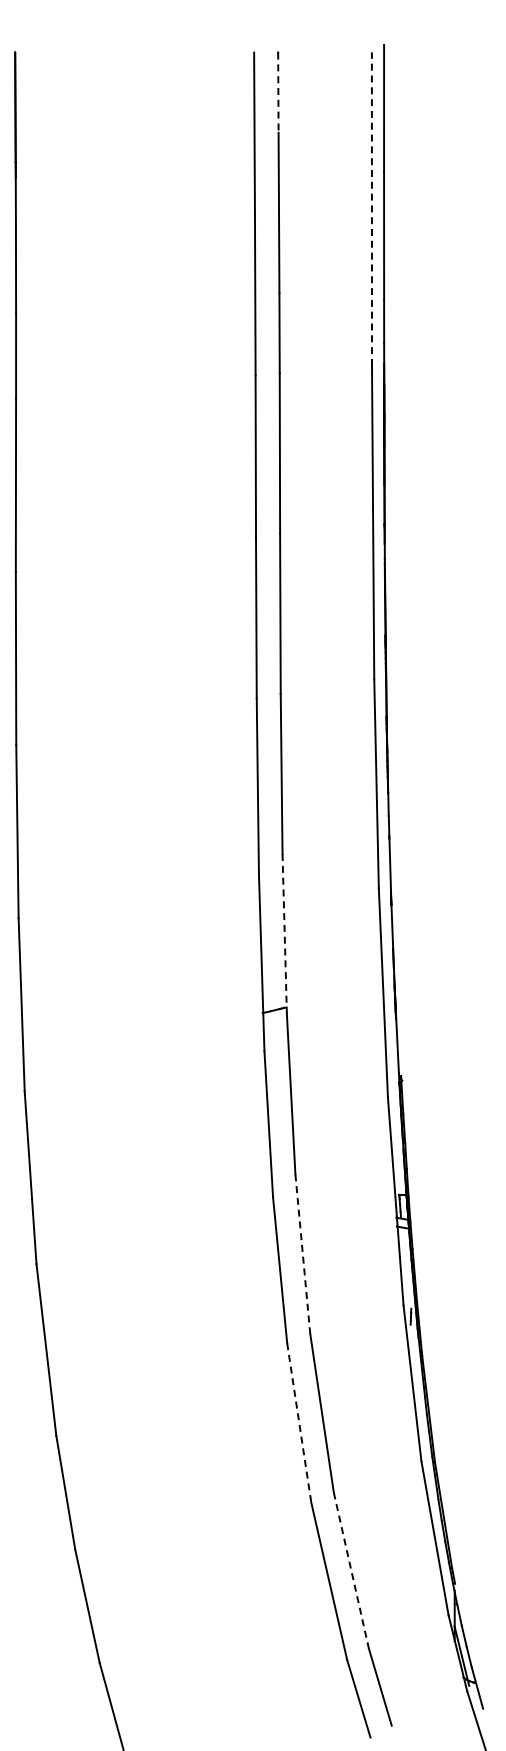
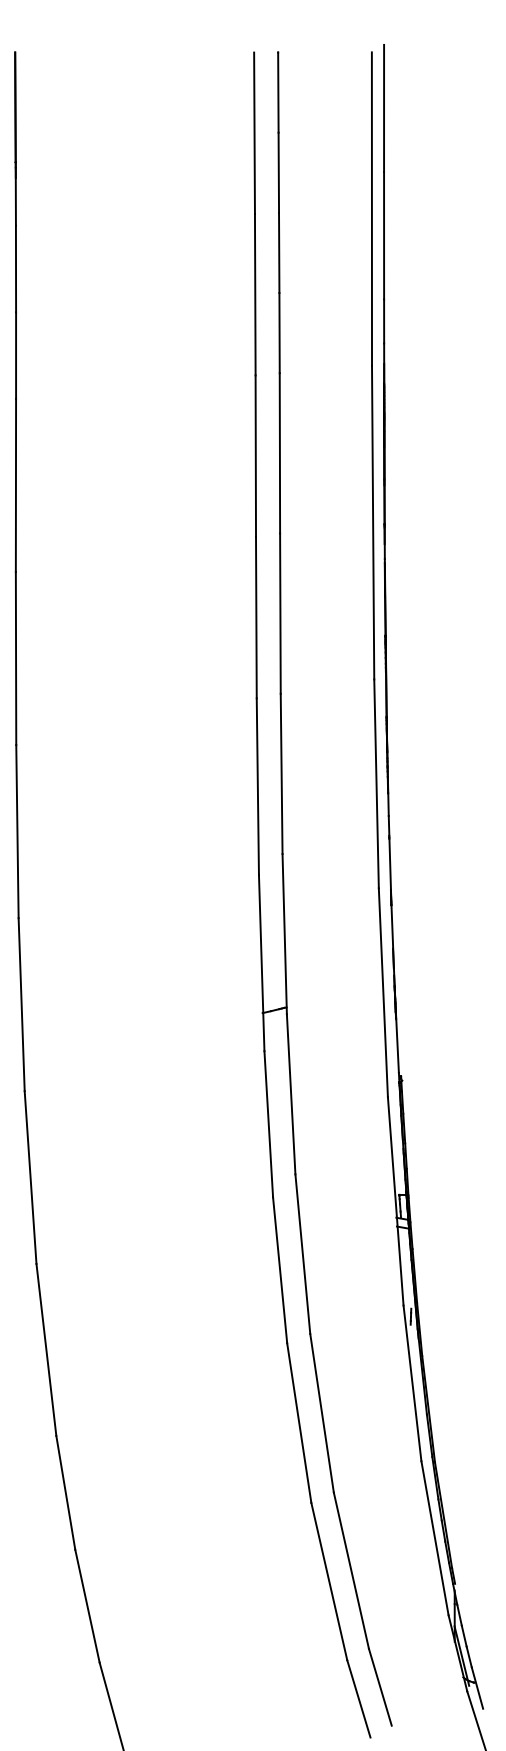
line at (278, 93): dashed -> solid
line at (371, 209): dashed -> solid
line at (284, 934): dashed -> solid
line at (302, 1254): dashed -> solid
line at (299, 1423): dashed -> solid
line at (351, 1571): dashed -> solid
